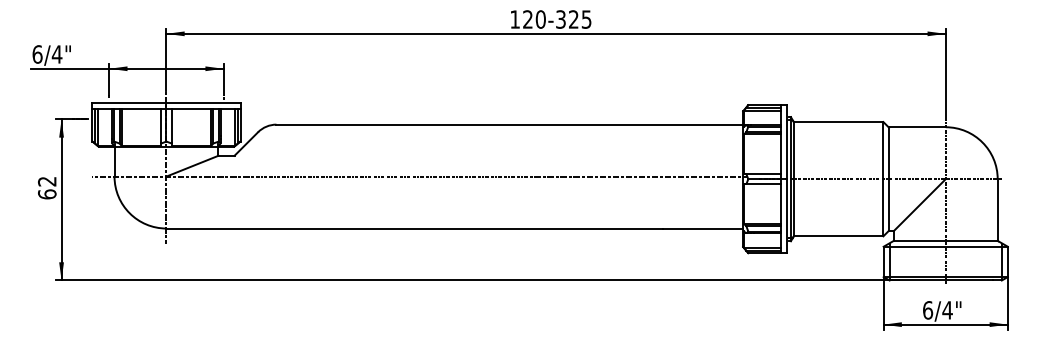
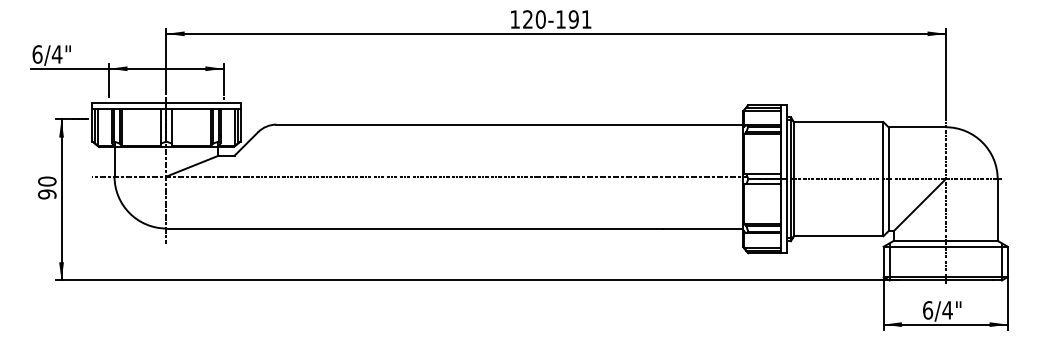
text at (573, 19): 325 -> 191
text at (47, 187): 62 -> 90
